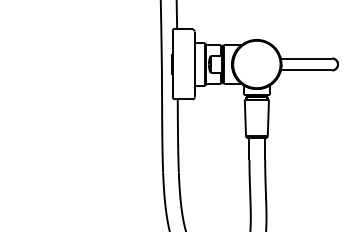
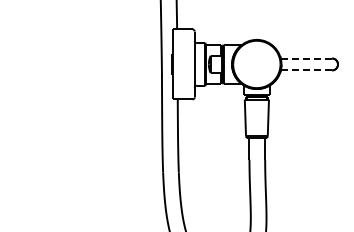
line at (306, 58): solid -> dashed
line at (306, 70): solid -> dashed
